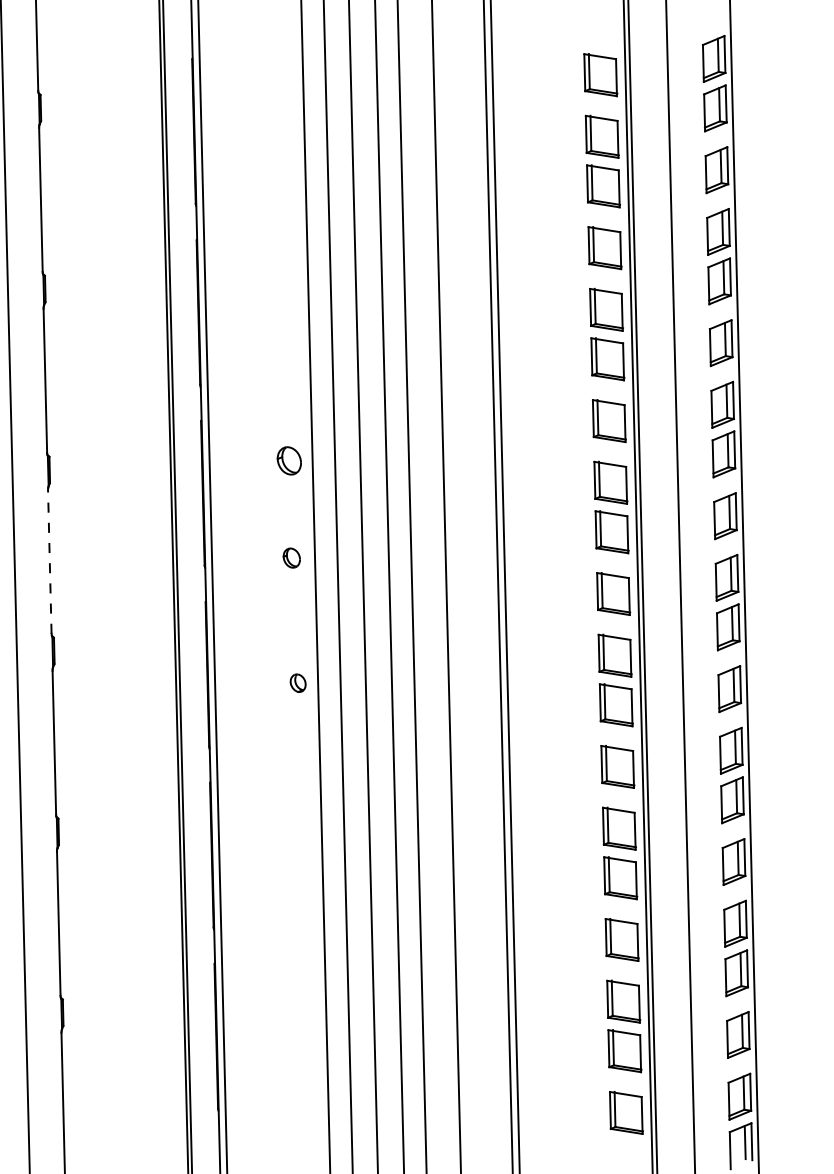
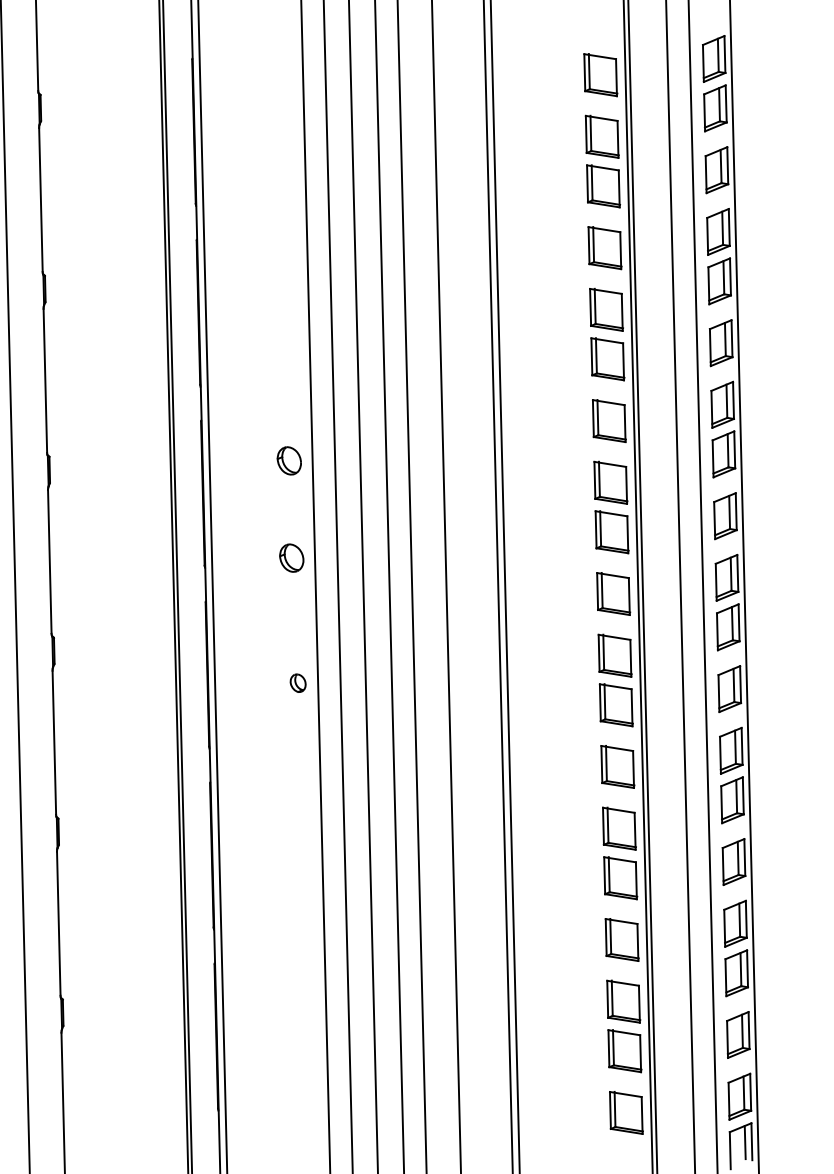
part at (291, 557) size: 19x22 px -> 26x30 px
line at (49, 561): dashed -> solid
line at (702, 586): none -> present
